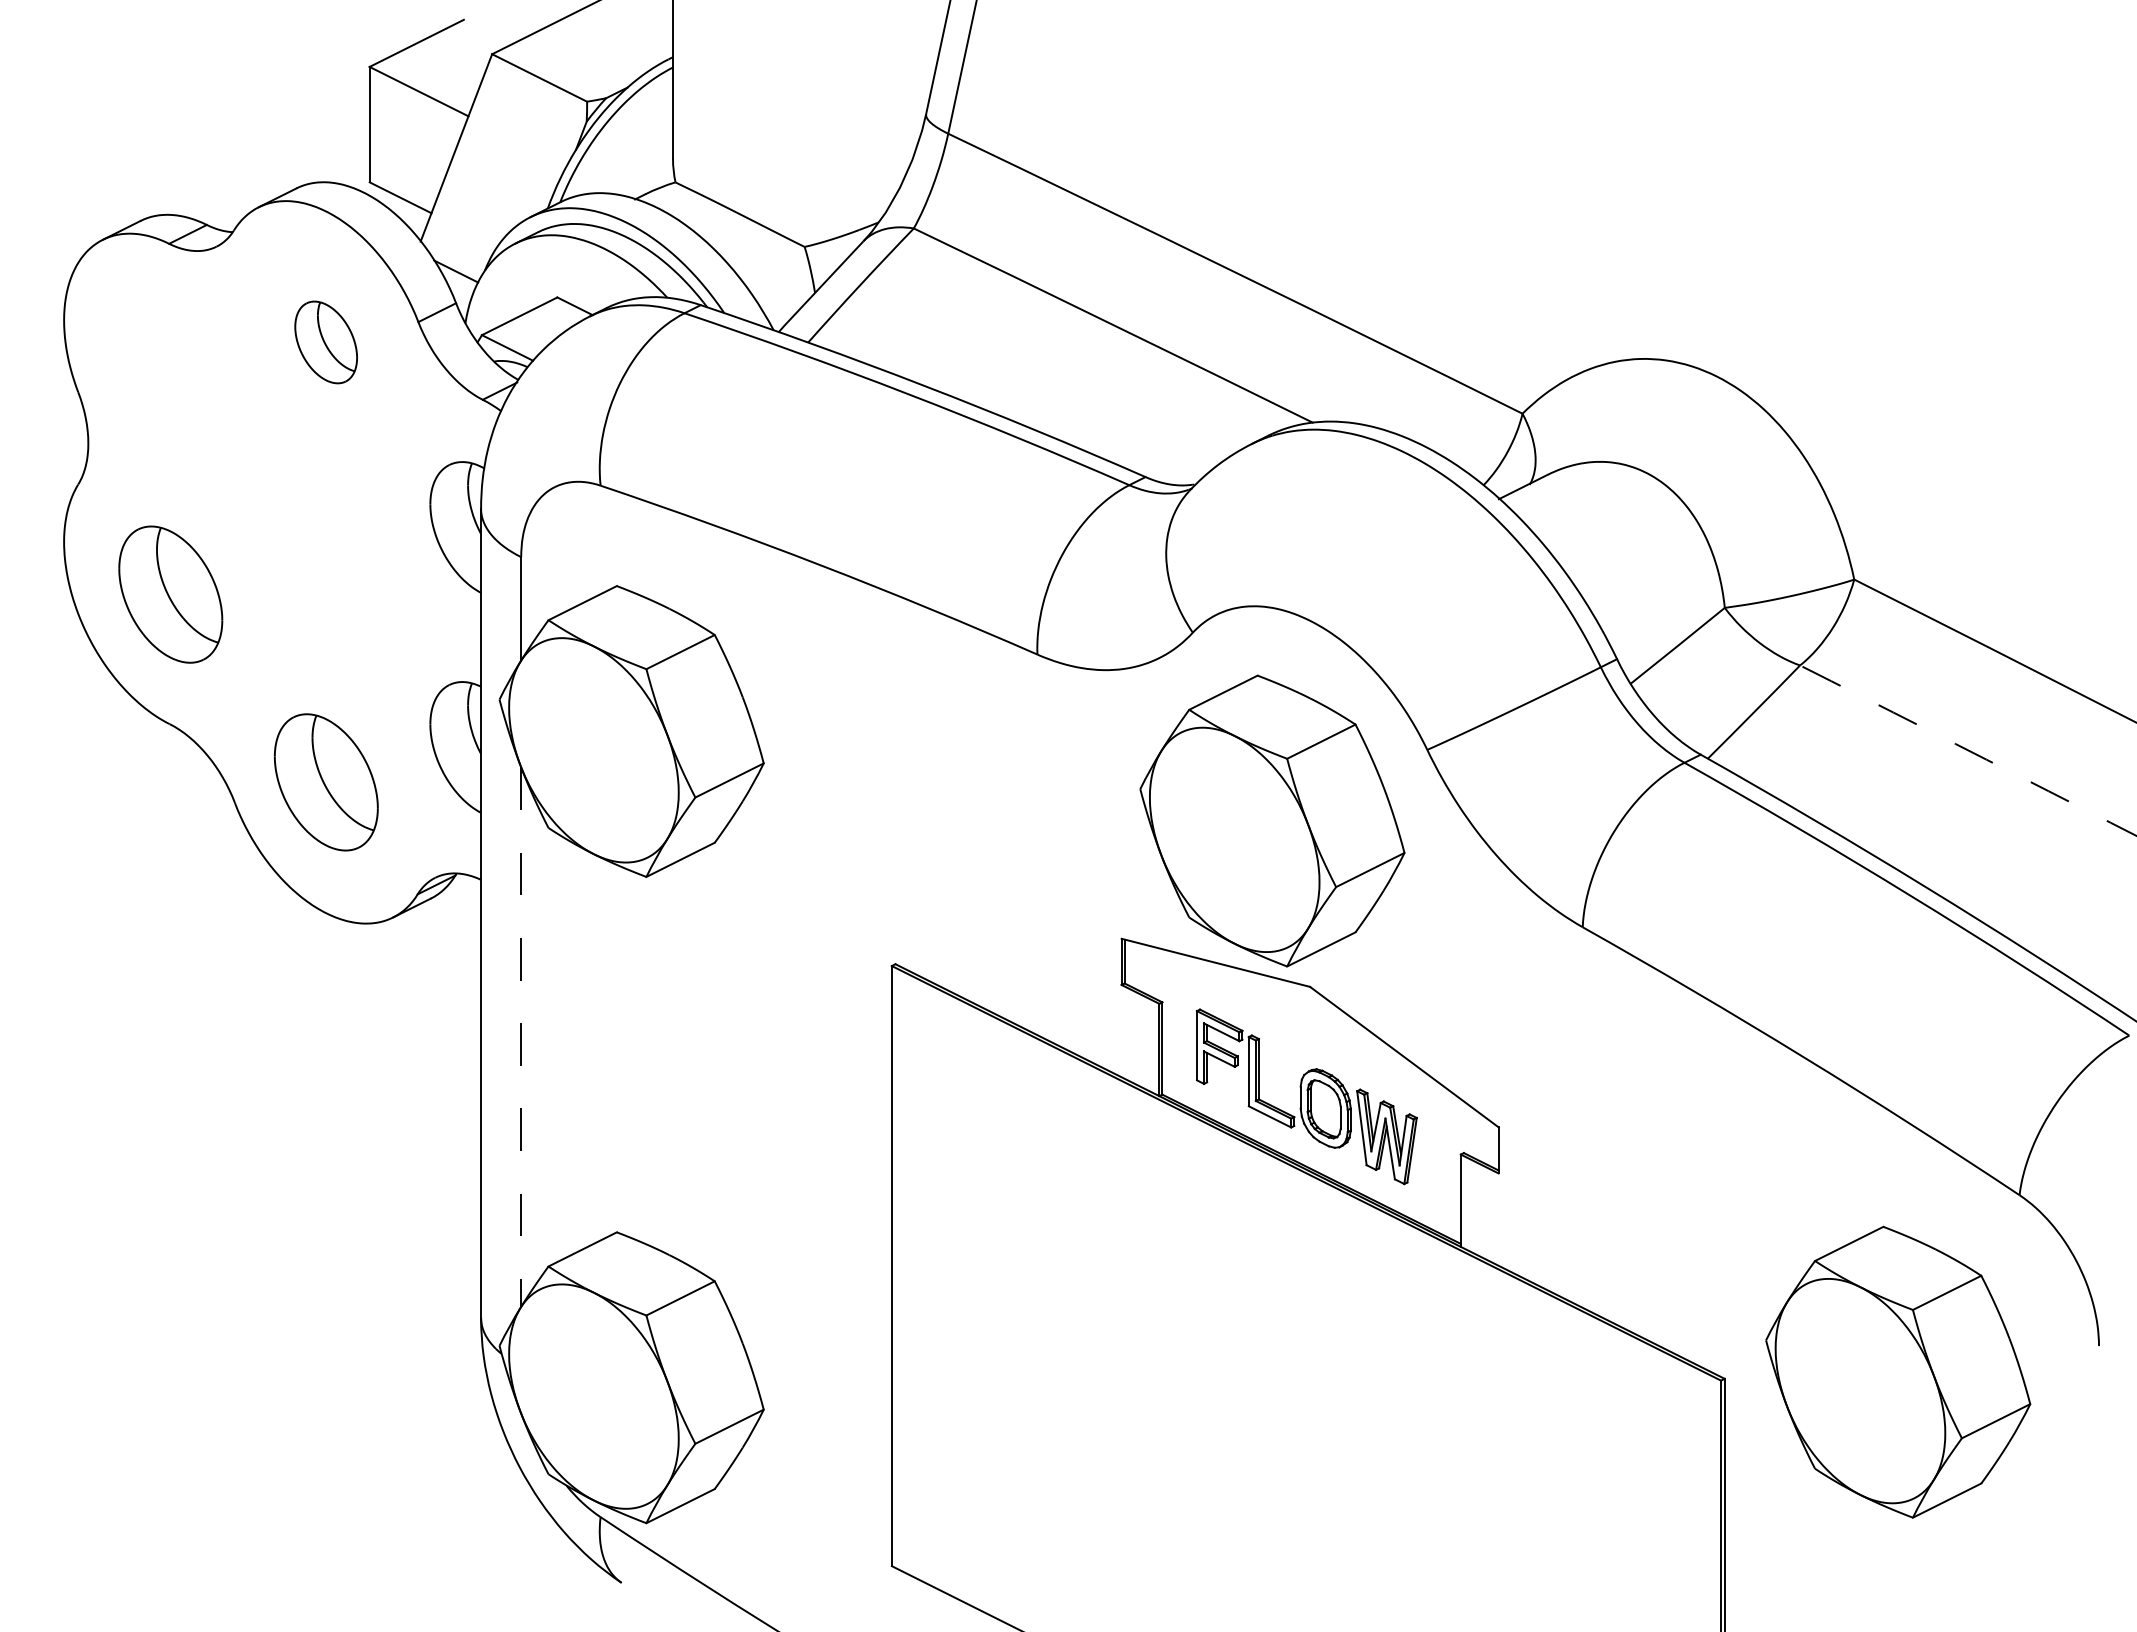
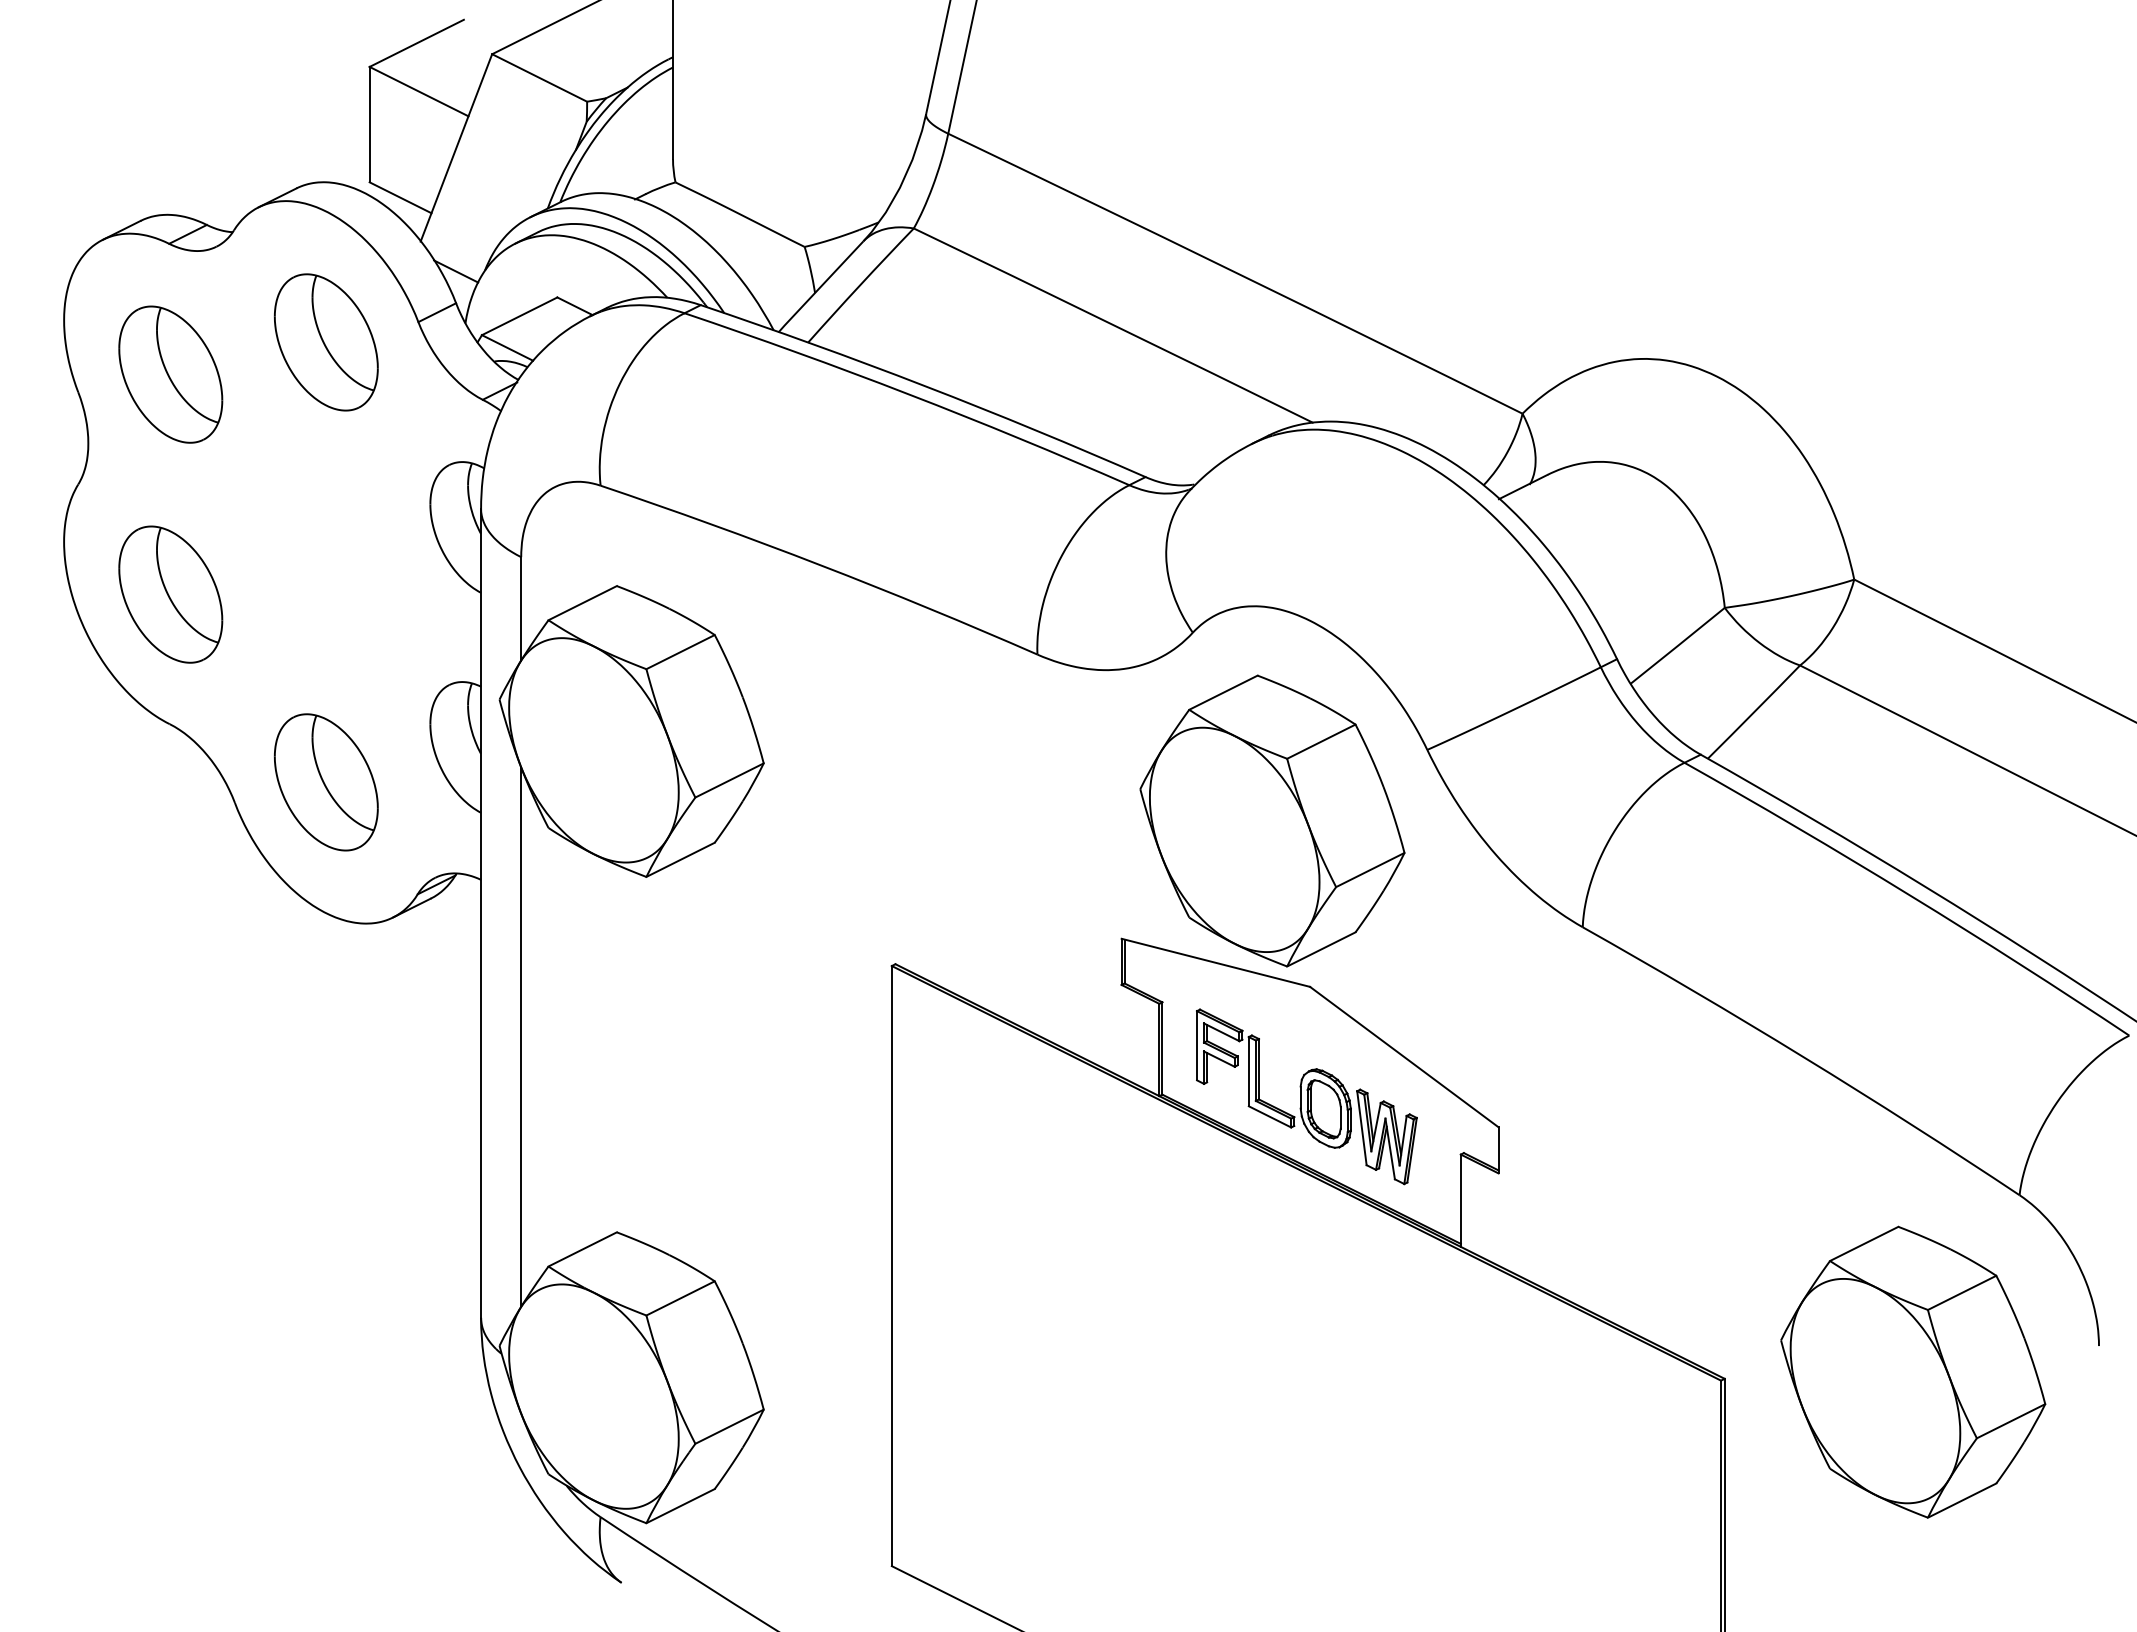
part at (325, 342) size: 64x85 px -> 106x139 px
part at (170, 374): none -> present
arc at (1967, 750): dashed -> solid
line at (521, 1037): dashed -> solid
part at (1898, 1371) position: (1898, 1371) -> (1913, 1371)
